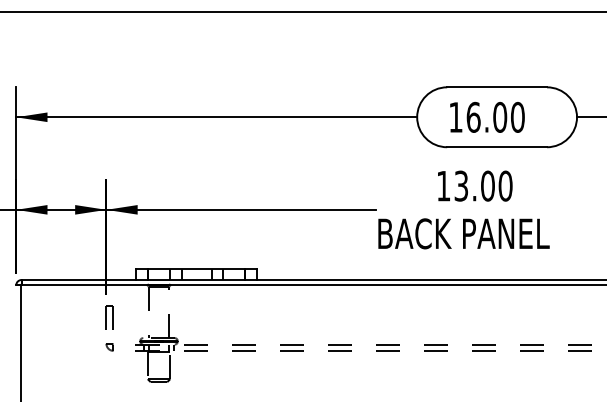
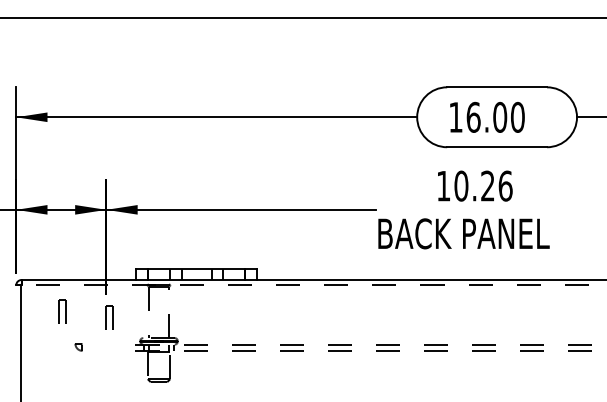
line at (302, 11) position: (302, 11) -> (302, 17)
text at (483, 185): 13.00 -> 10.26
line at (313, 284): solid -> dashed
part at (62, 311): none -> present
part at (109, 347) position: (109, 347) -> (78, 347)
